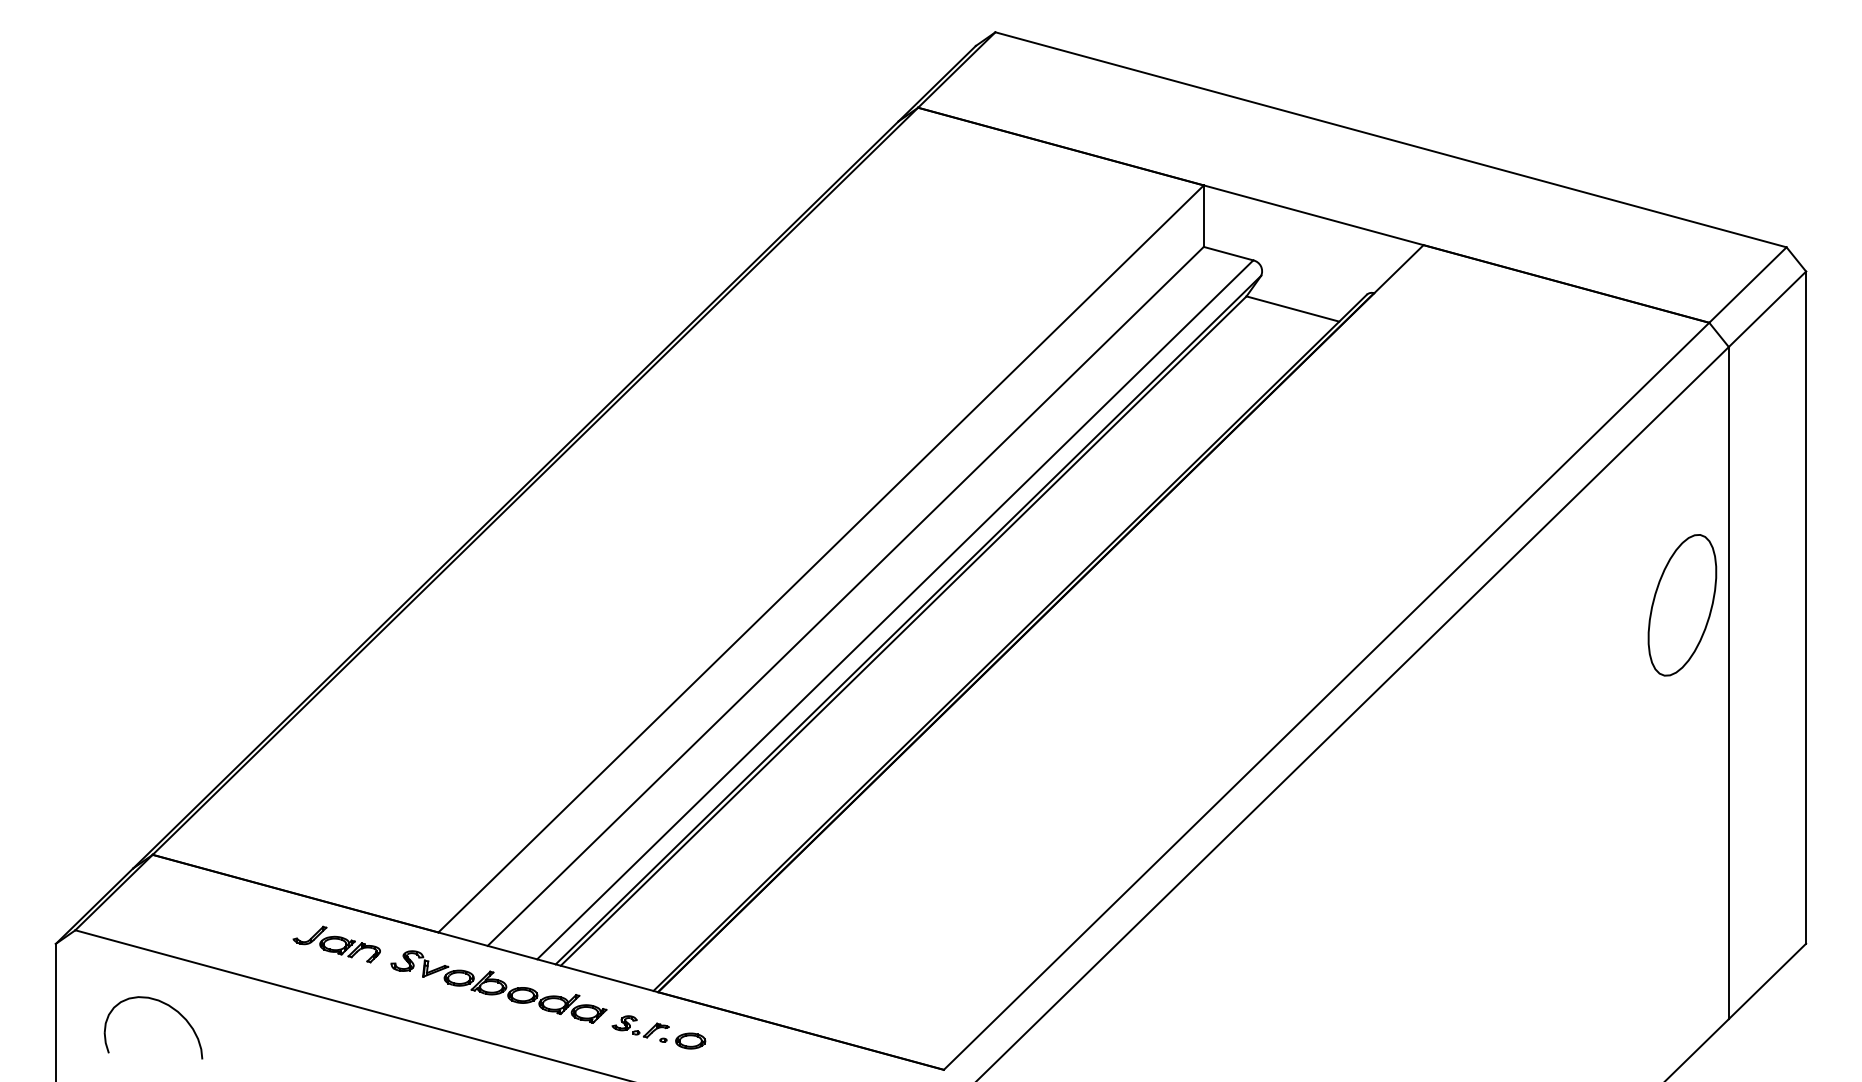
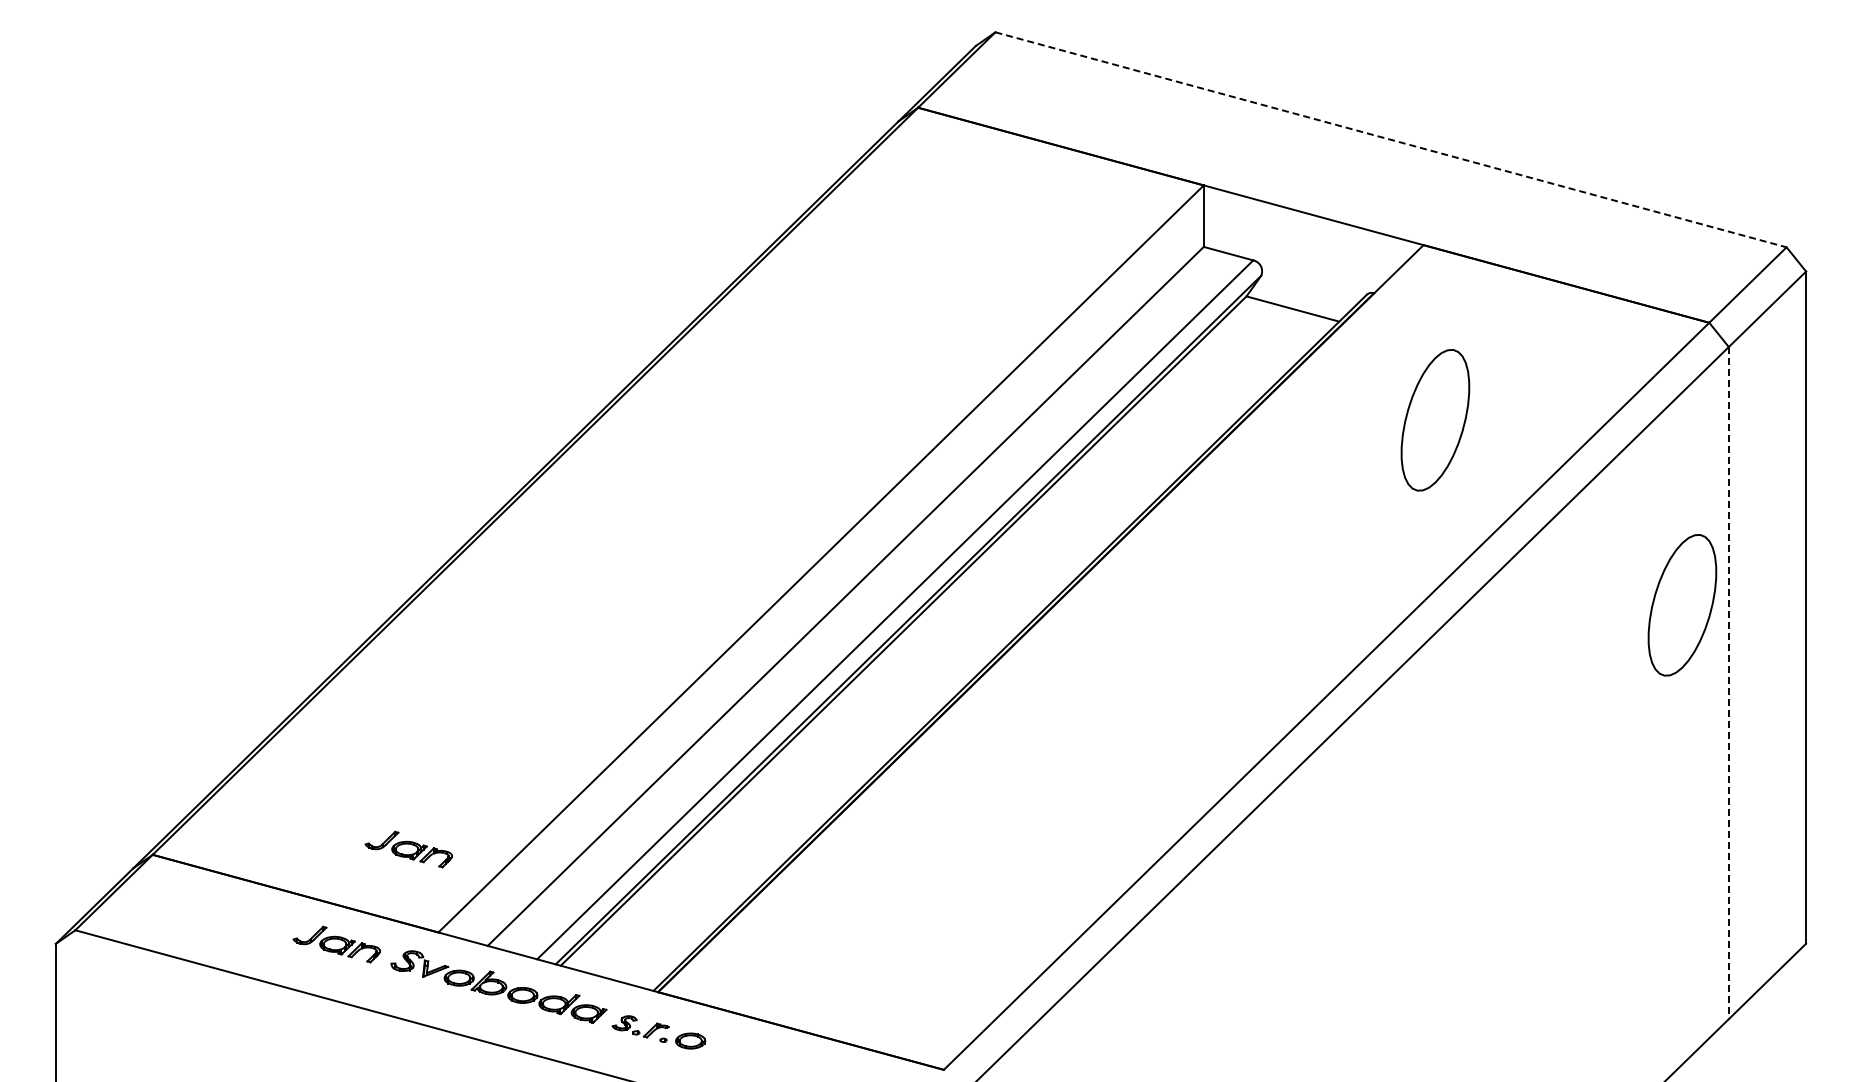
line at (1391, 139): solid -> dashed
part at (1435, 420): none -> present
line at (1728, 683): solid -> dashed
part at (408, 849): none -> present
part at (164, 1004): present -> none
